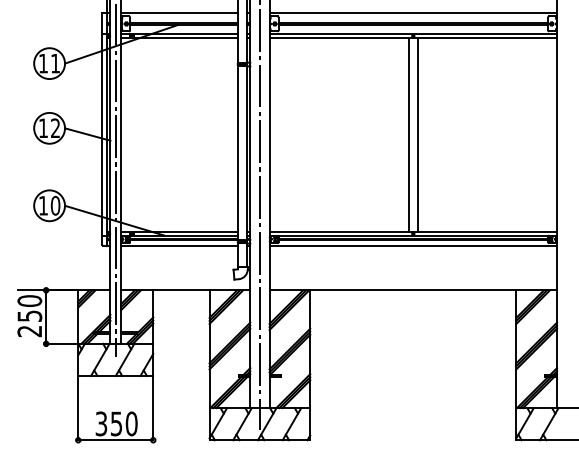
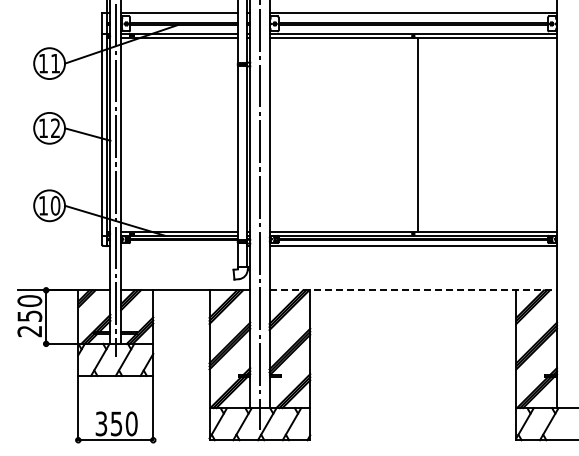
line at (409, 134): present -> none
line at (179, 246): present -> none
line at (413, 290): solid -> dashed
